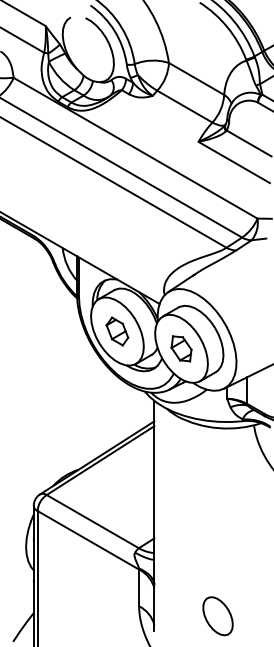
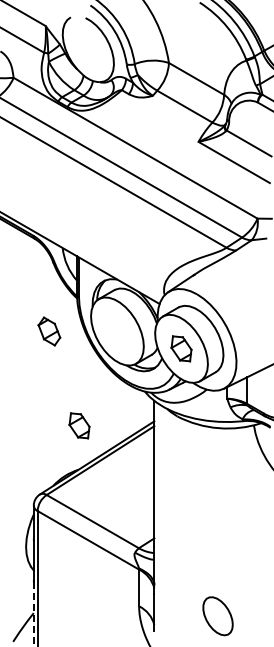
part at (117, 331) position: (117, 331) -> (49, 331)
part at (79, 425): none -> present
line at (33, 614): solid -> dashed
